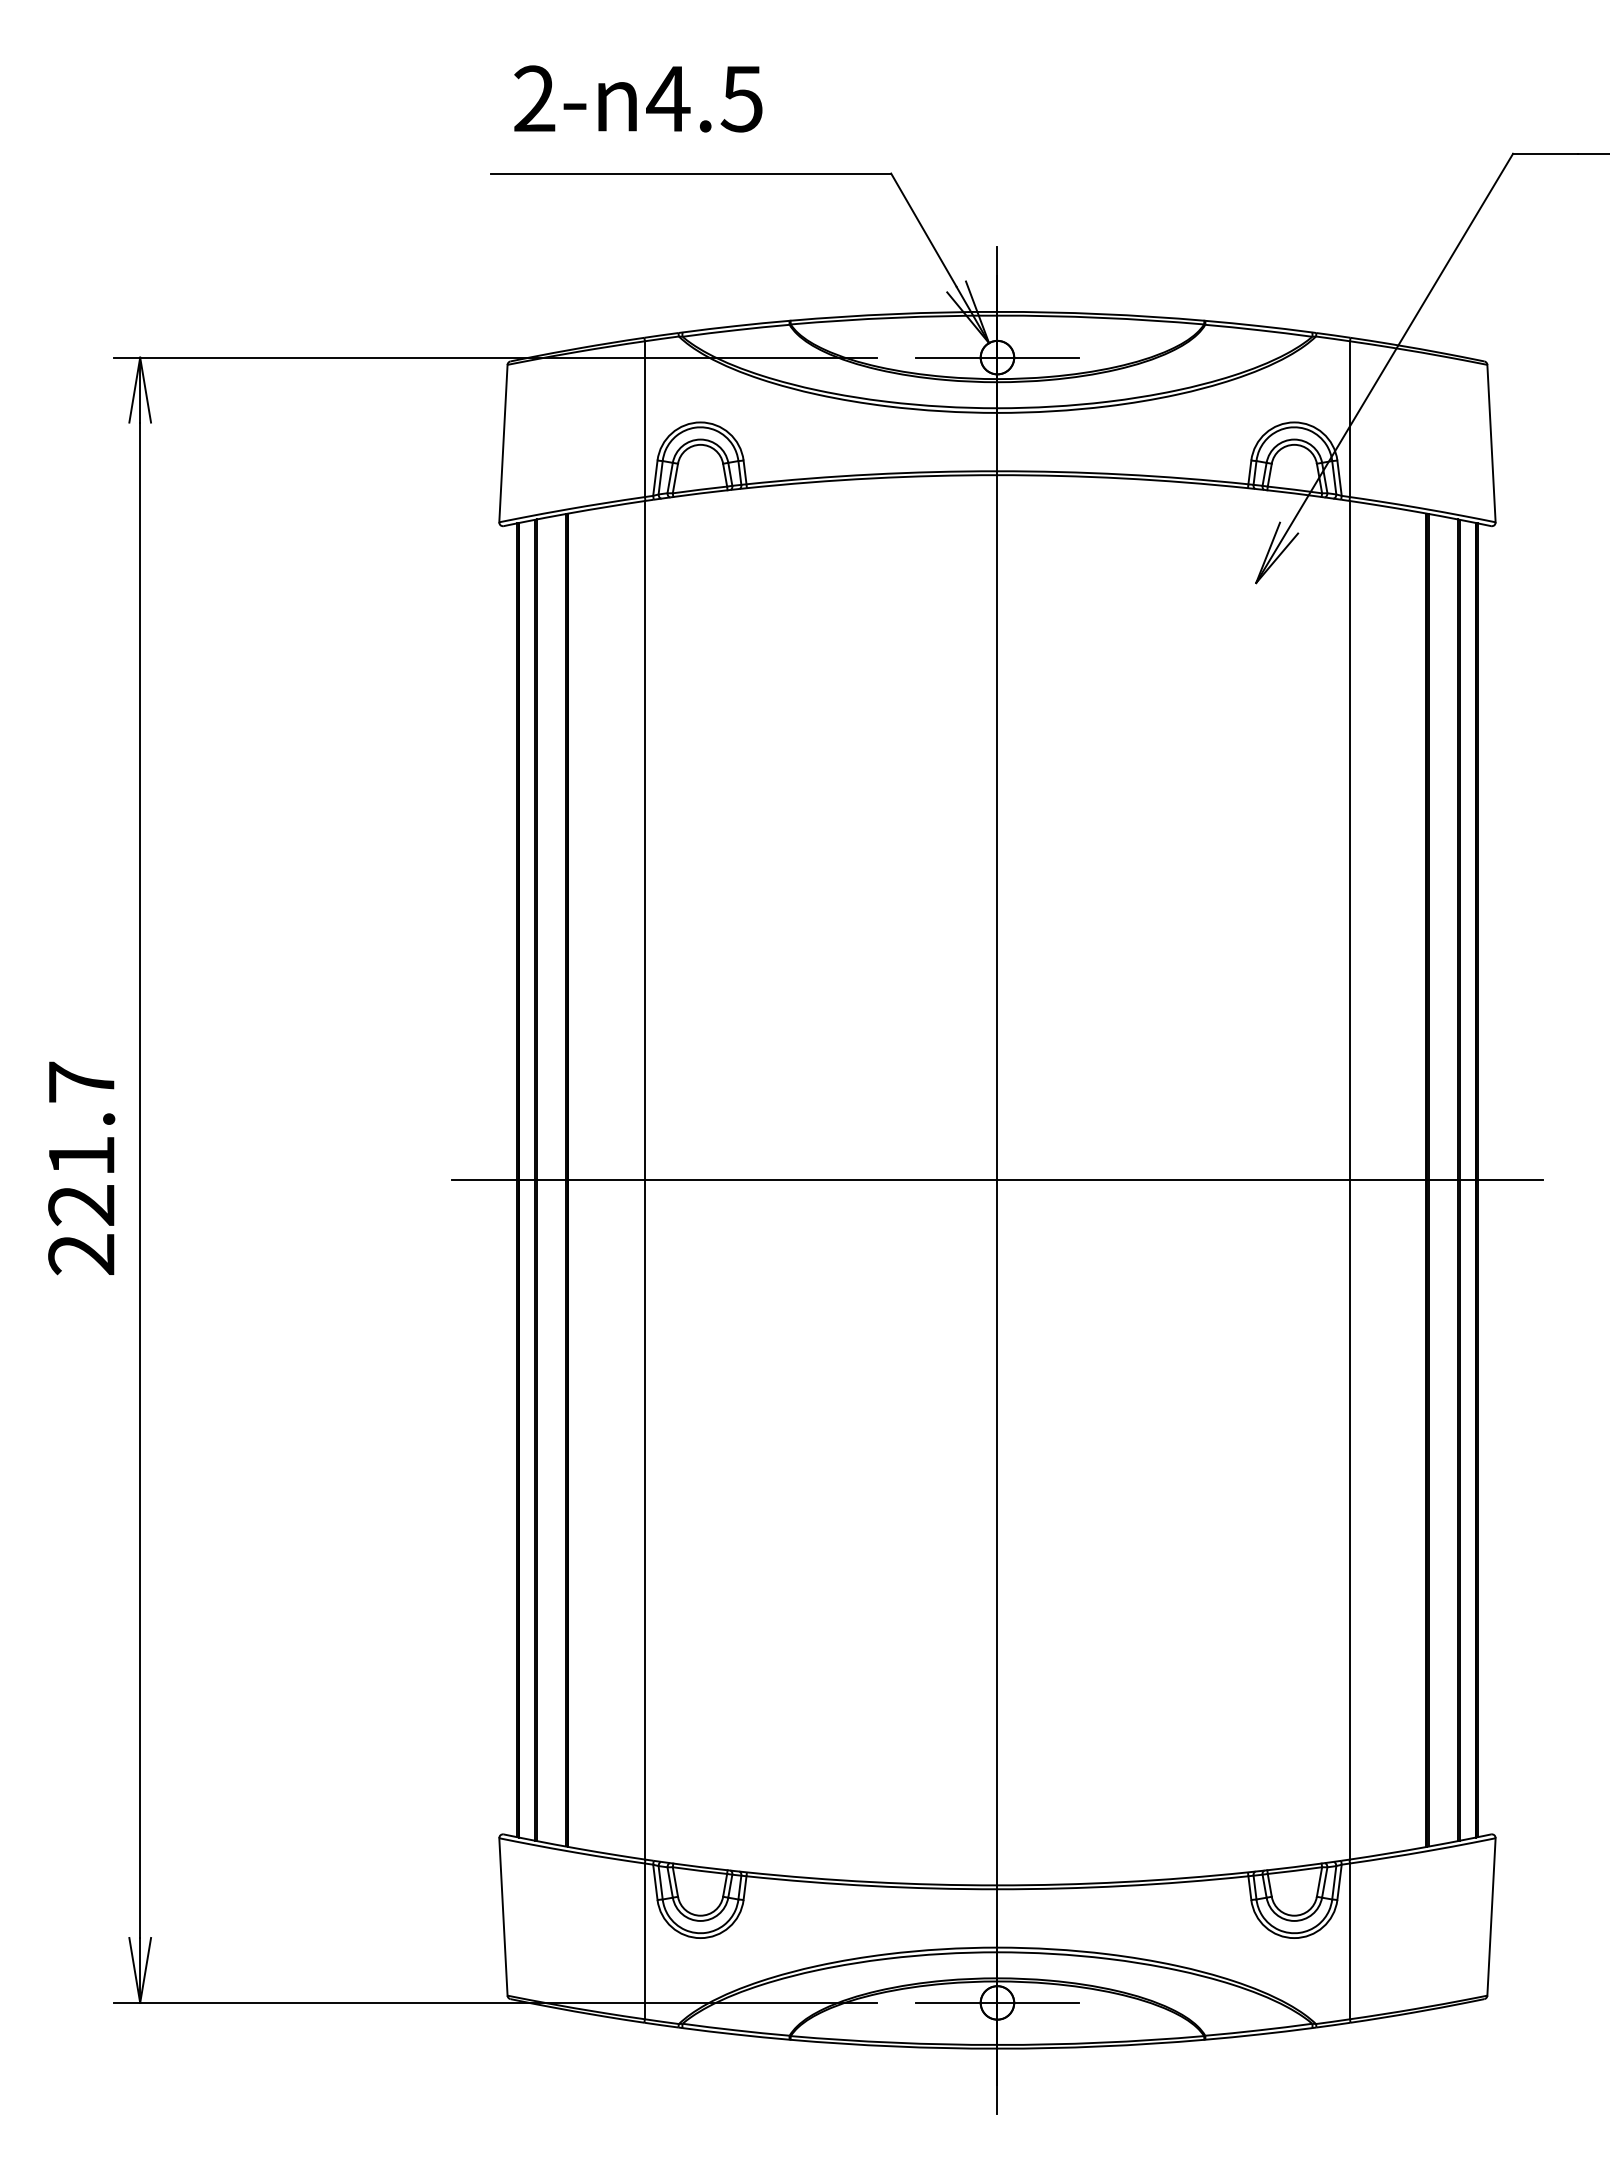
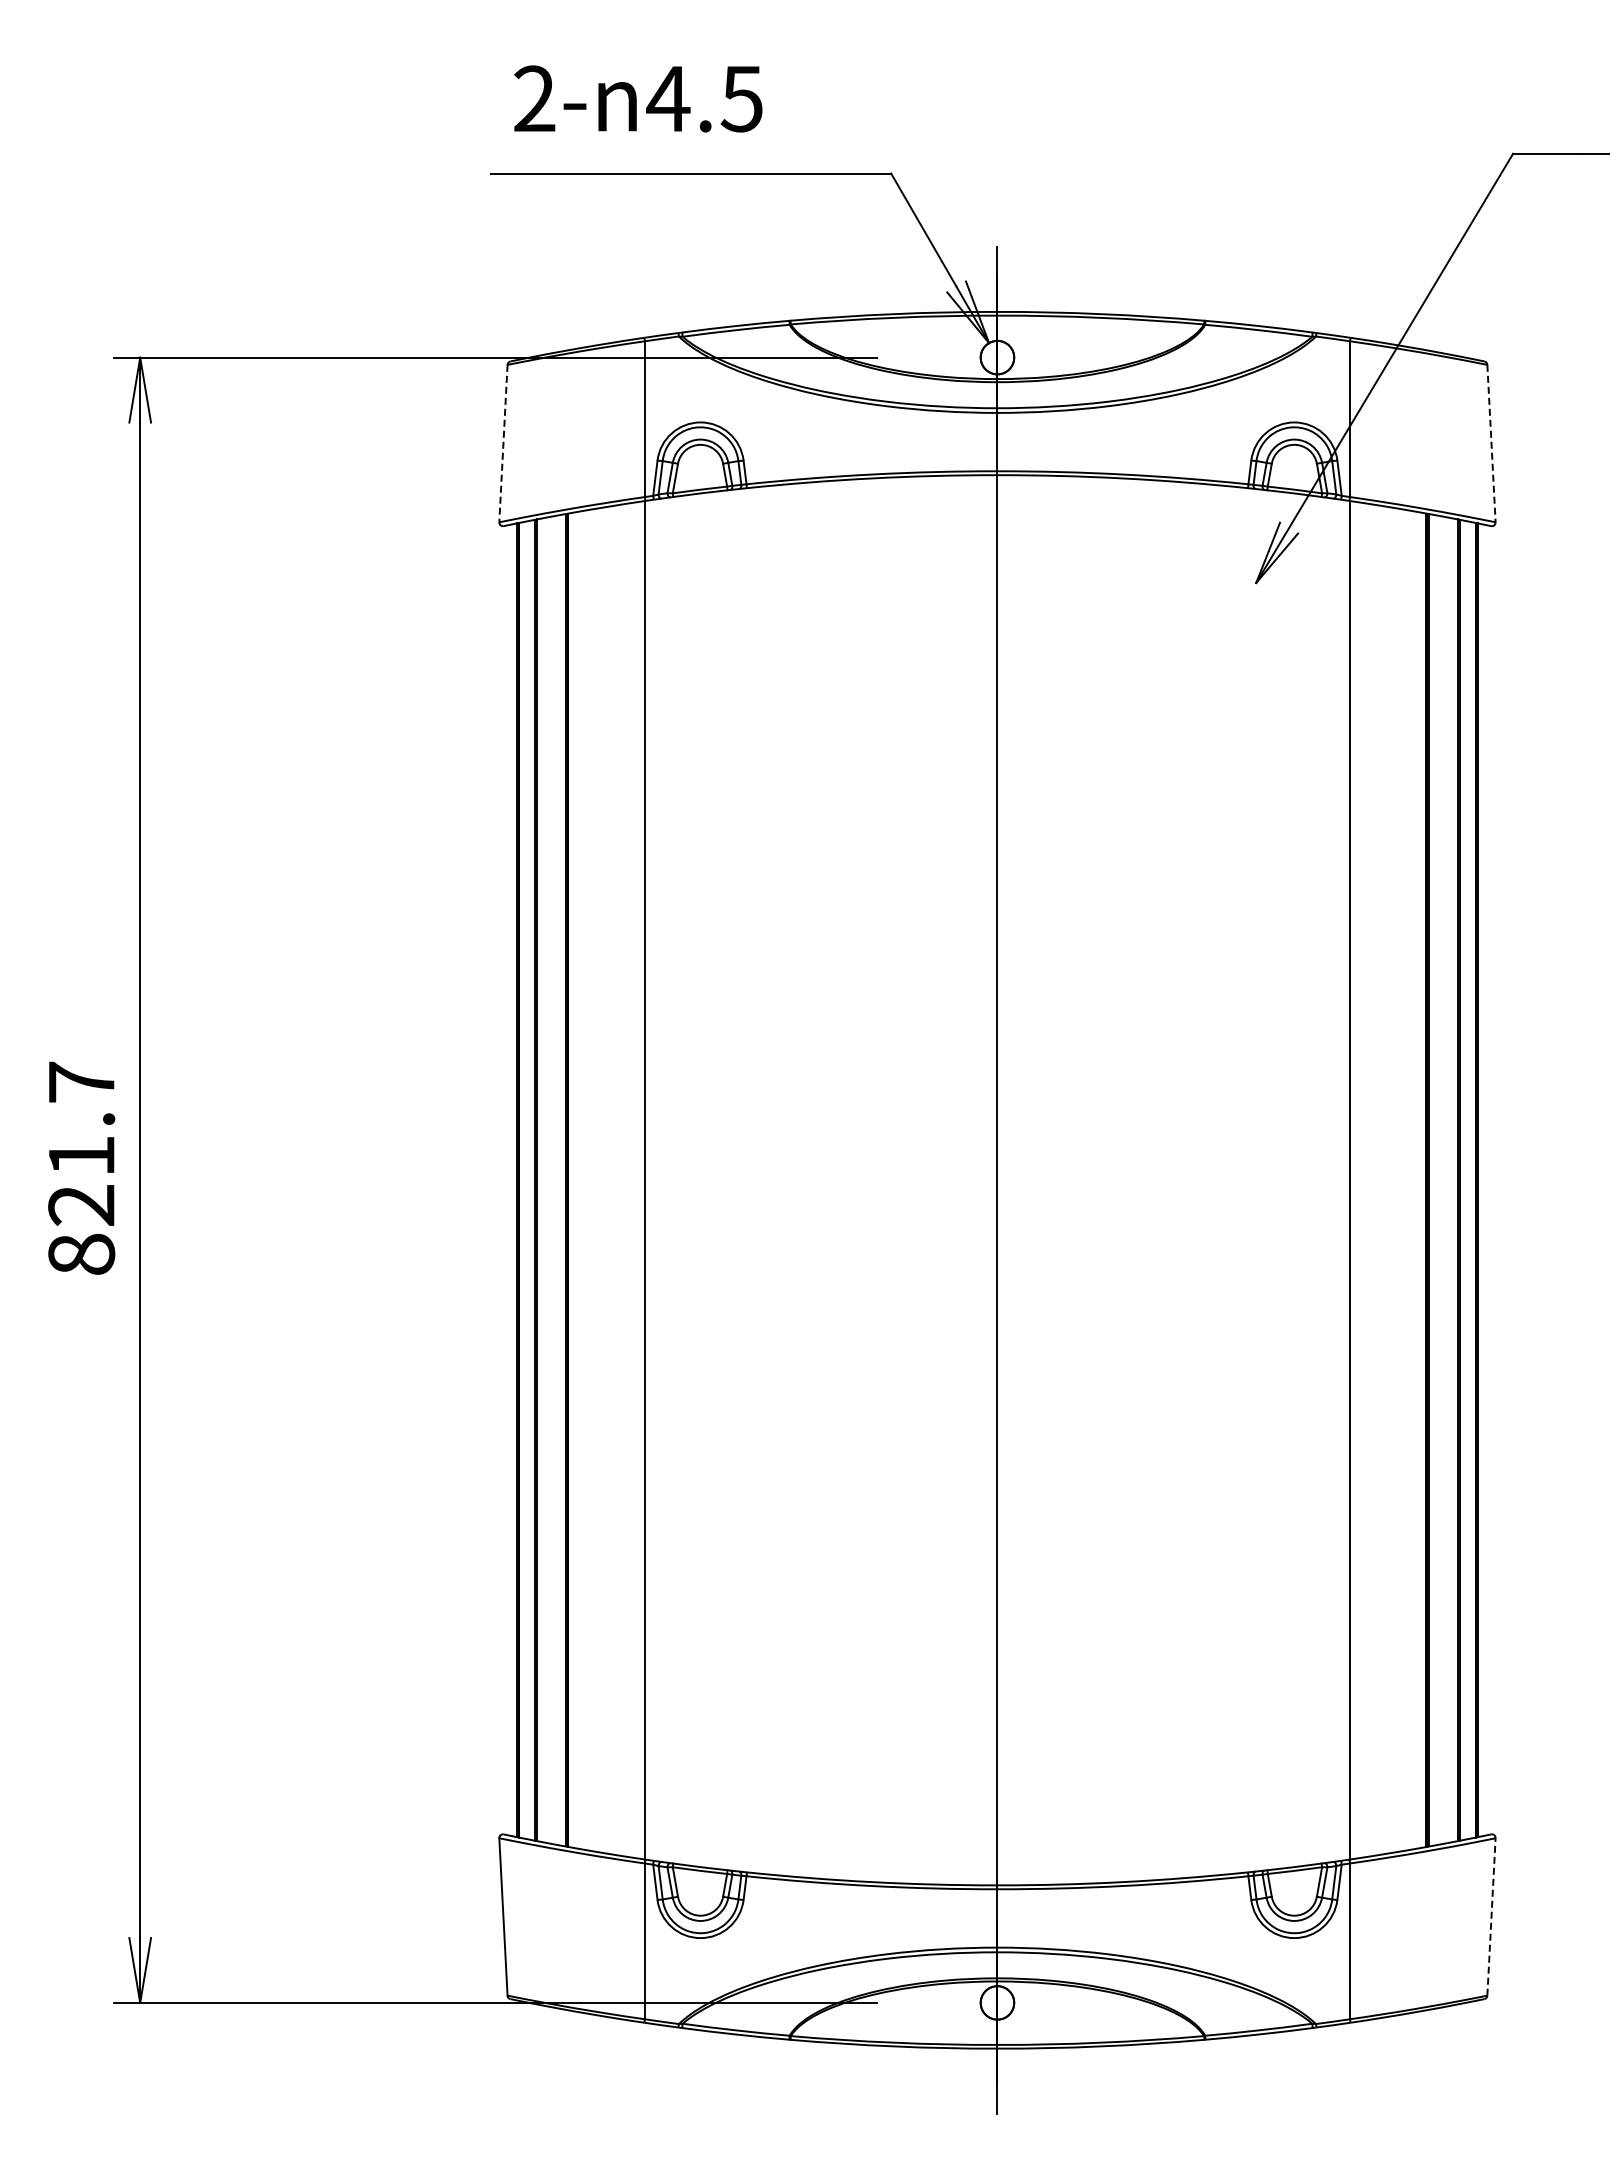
line at (997, 357): present -> none
line at (503, 443): solid -> dashed
line at (1491, 443): solid -> dashed
line at (997, 1180): present -> none
text at (81, 1254): 221.7 -> 821.7
line at (1491, 1916): solid -> dashed
line at (997, 2002): present -> none
